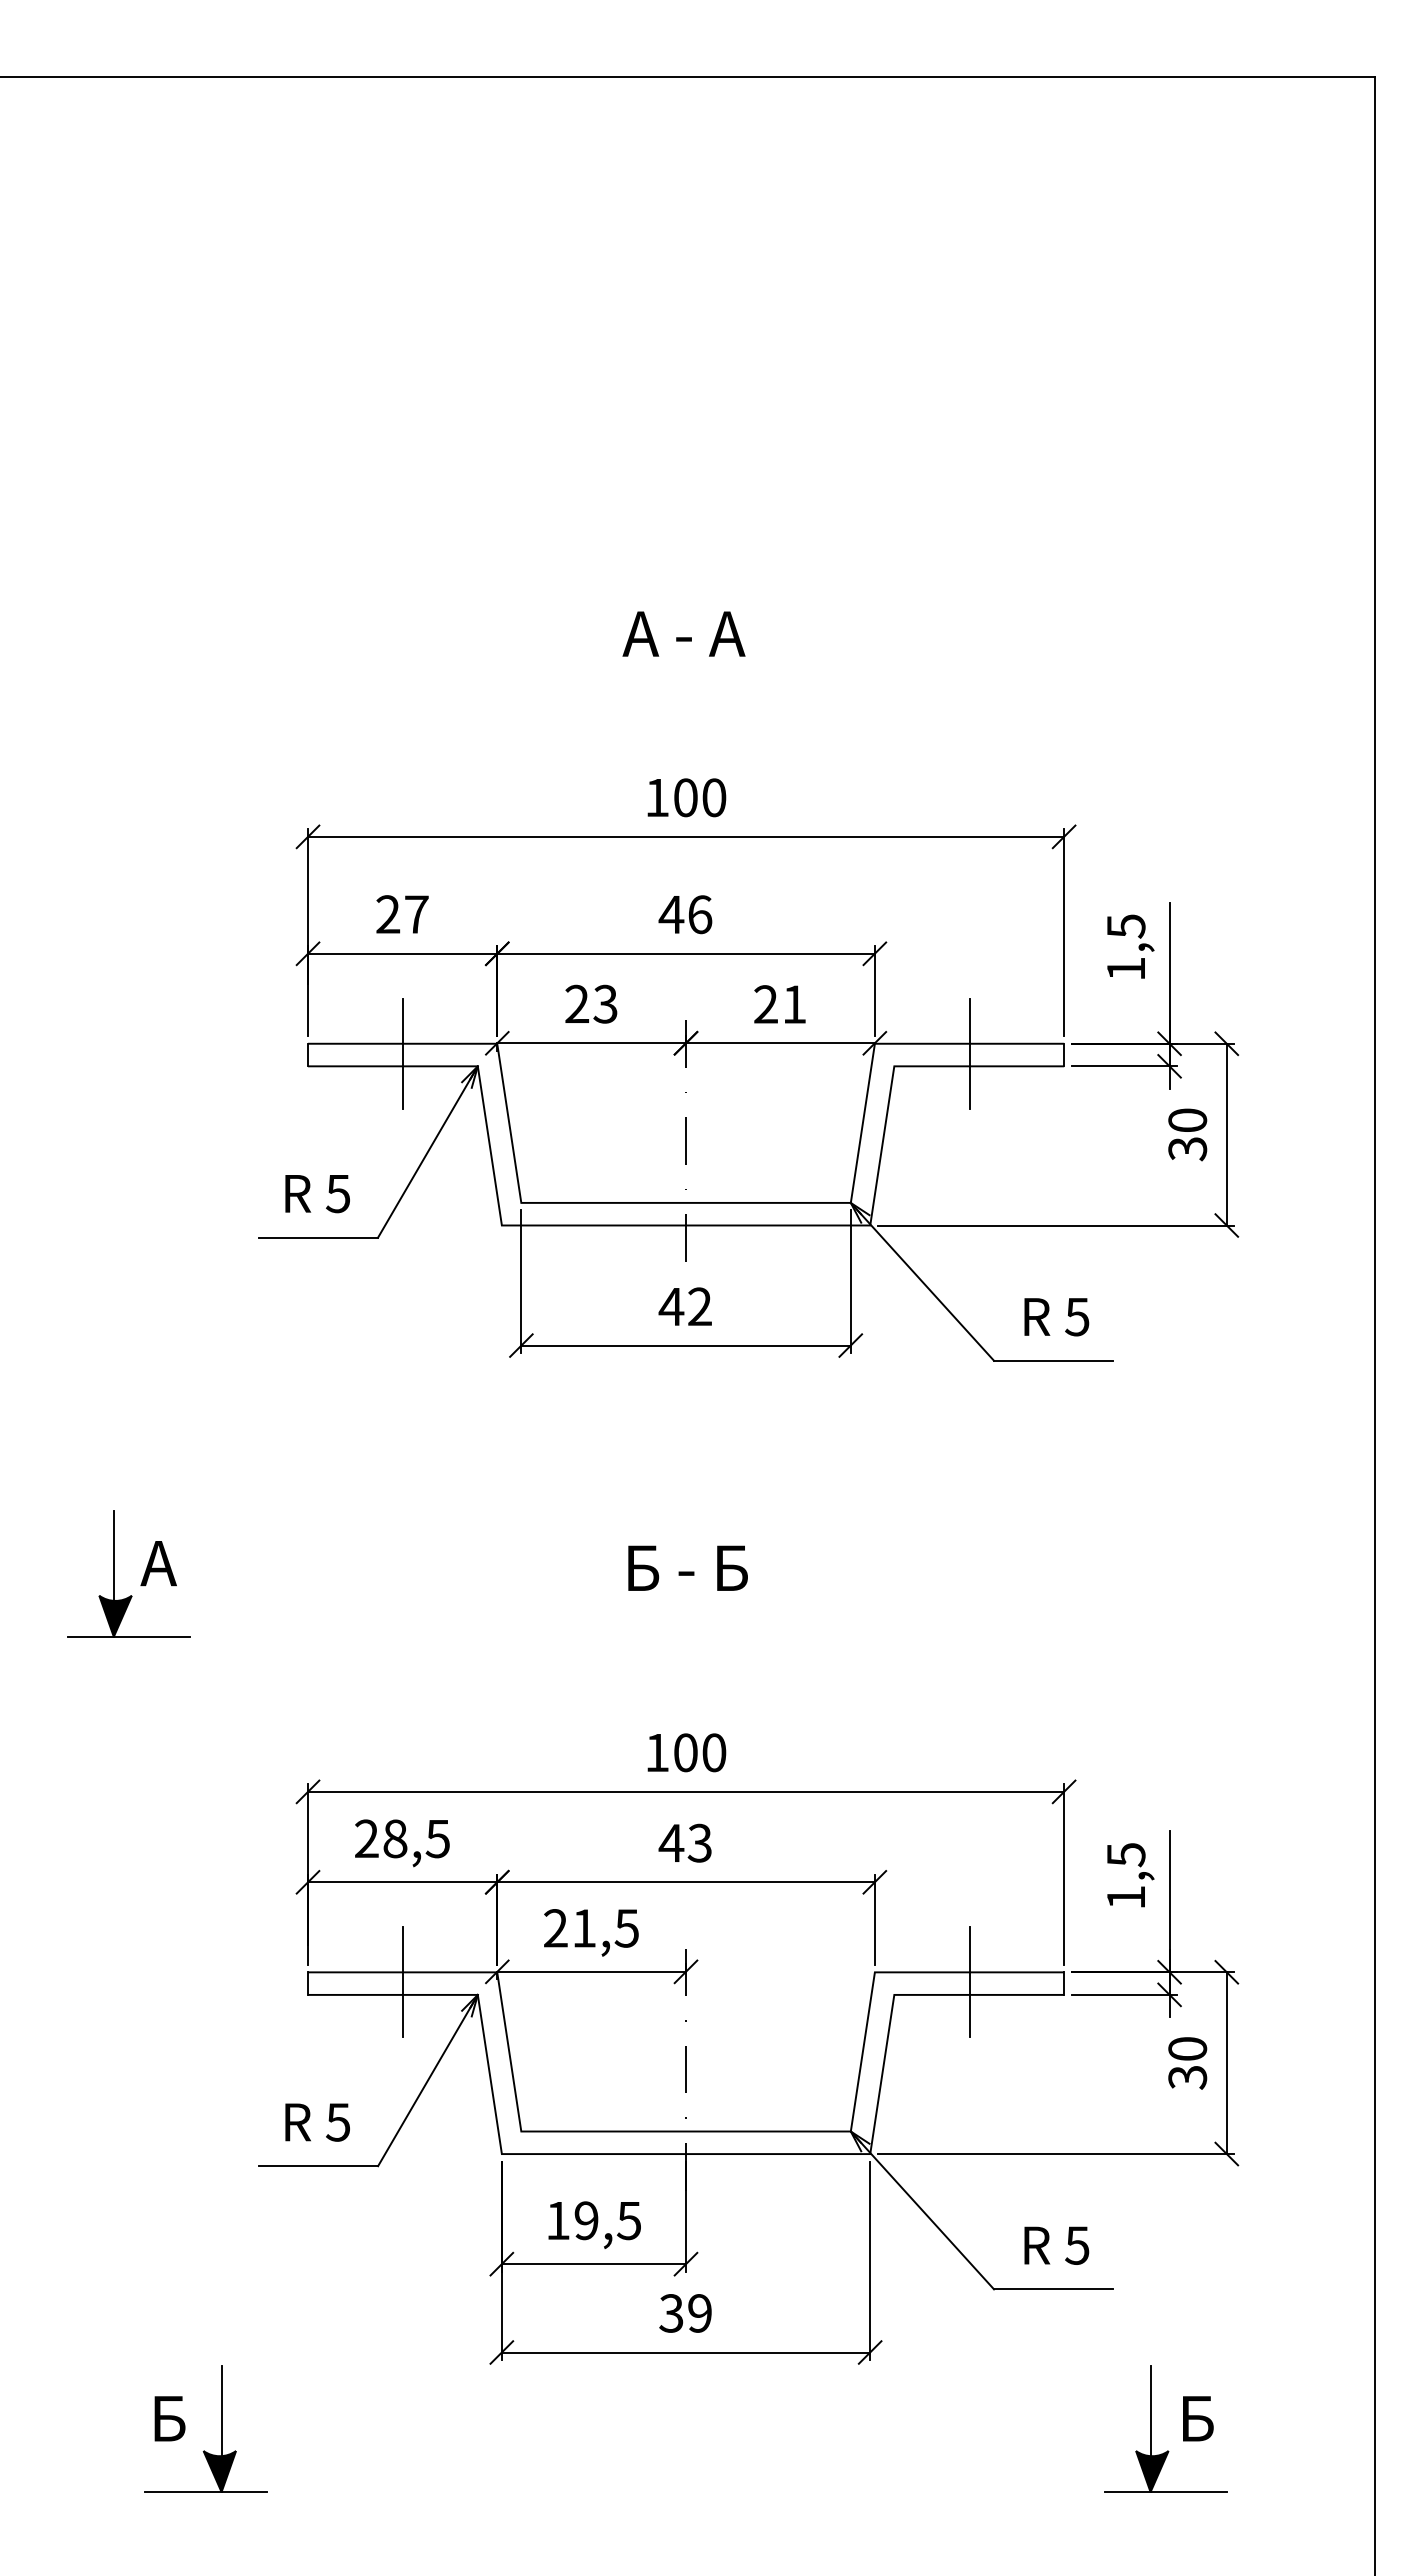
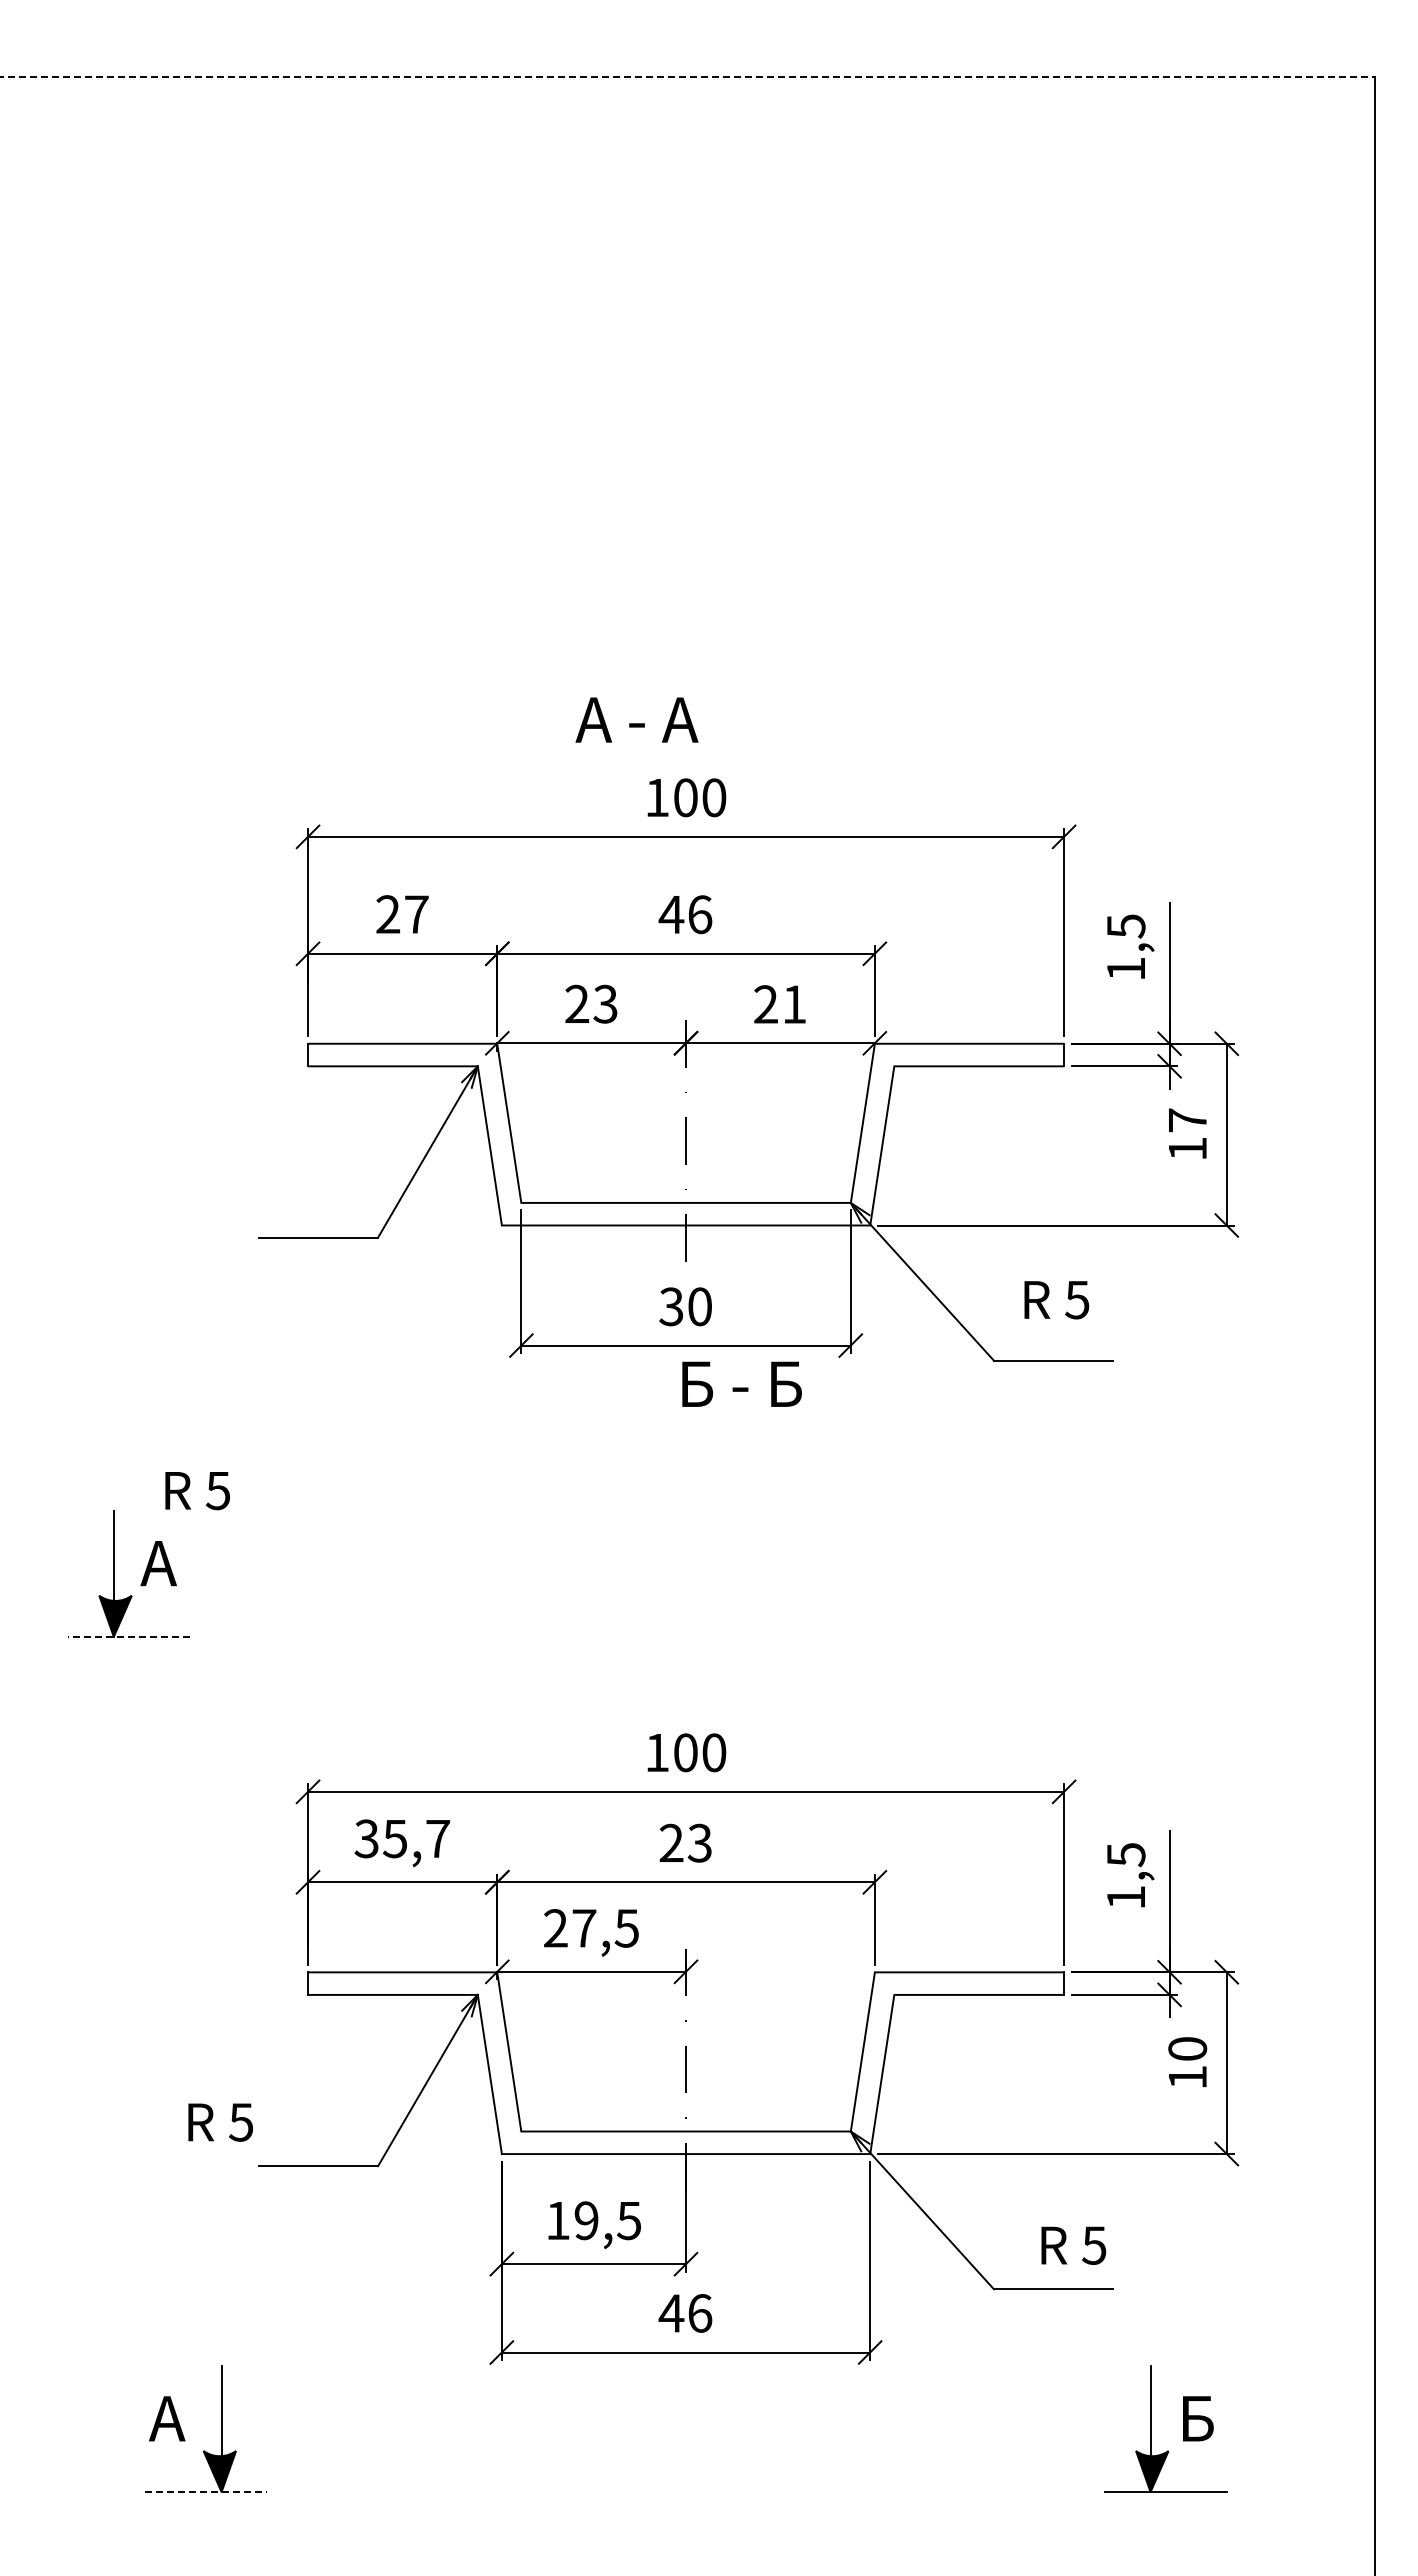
line at (688, 77): solid -> dashed
text at (683, 633) position: (683, 633) -> (636, 719)
line at (402, 1053): present -> none
line at (969, 1053): present -> none
text at (1187, 1134): 30 -> 17
text at (317, 1194) position: (317, 1194) -> (197, 1491)
text at (684, 1306): 42 -> 30
text at (1056, 1317) position: (1056, 1317) -> (1056, 1300)
text at (687, 1567) position: (687, 1567) -> (741, 1383)
line at (129, 1636): solid -> dashed
text at (402, 1838): 28,5 -> 35,7
text at (671, 1842): 43 -> 23
text at (584, 1928): 21,5 -> 27,5
line at (402, 1982): present -> none
line at (969, 1982): present -> none
text at (1187, 2077): 30 -> 10
text at (317, 2122) position: (317, 2122) -> (220, 2122)
text at (1056, 2245) position: (1056, 2245) -> (1073, 2245)
text at (685, 2313): 39 -> 46
text at (167, 2418): Б -> А
line at (206, 2491): solid -> dashed
